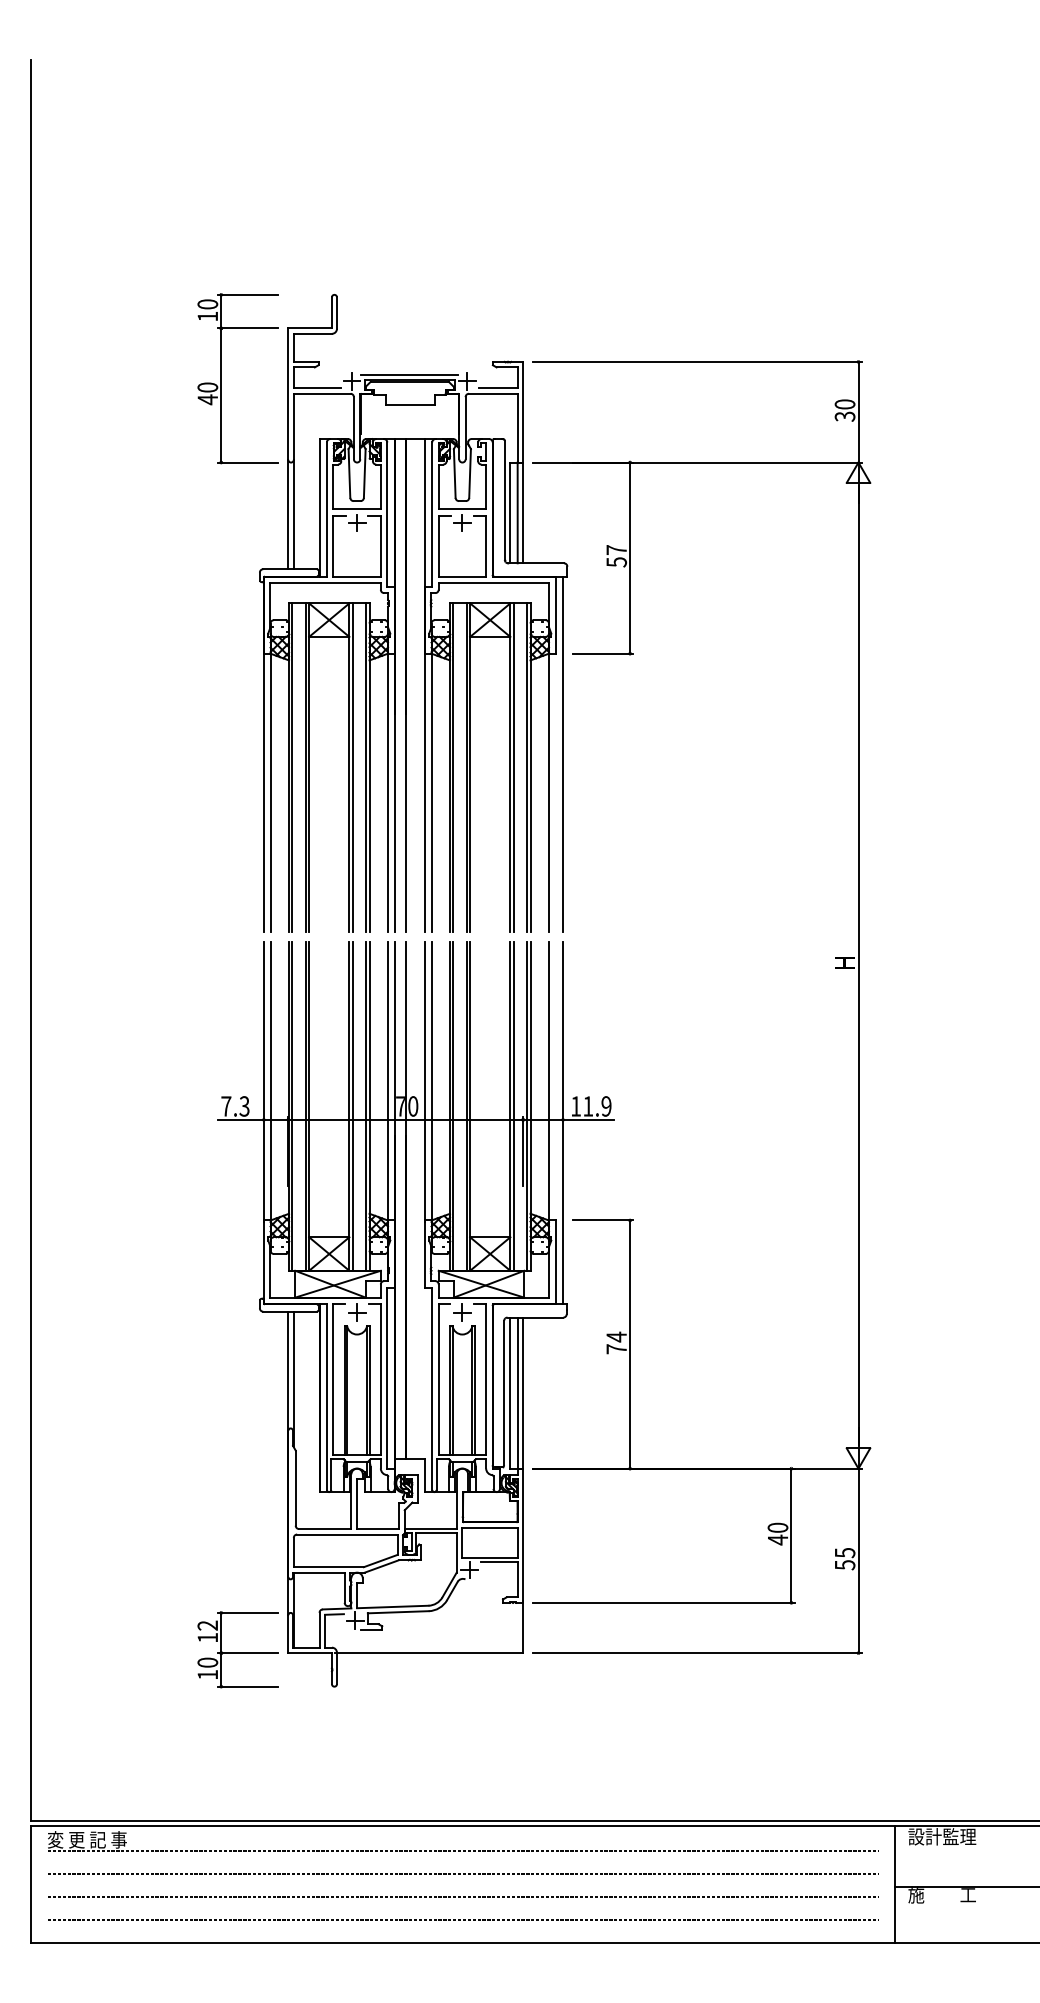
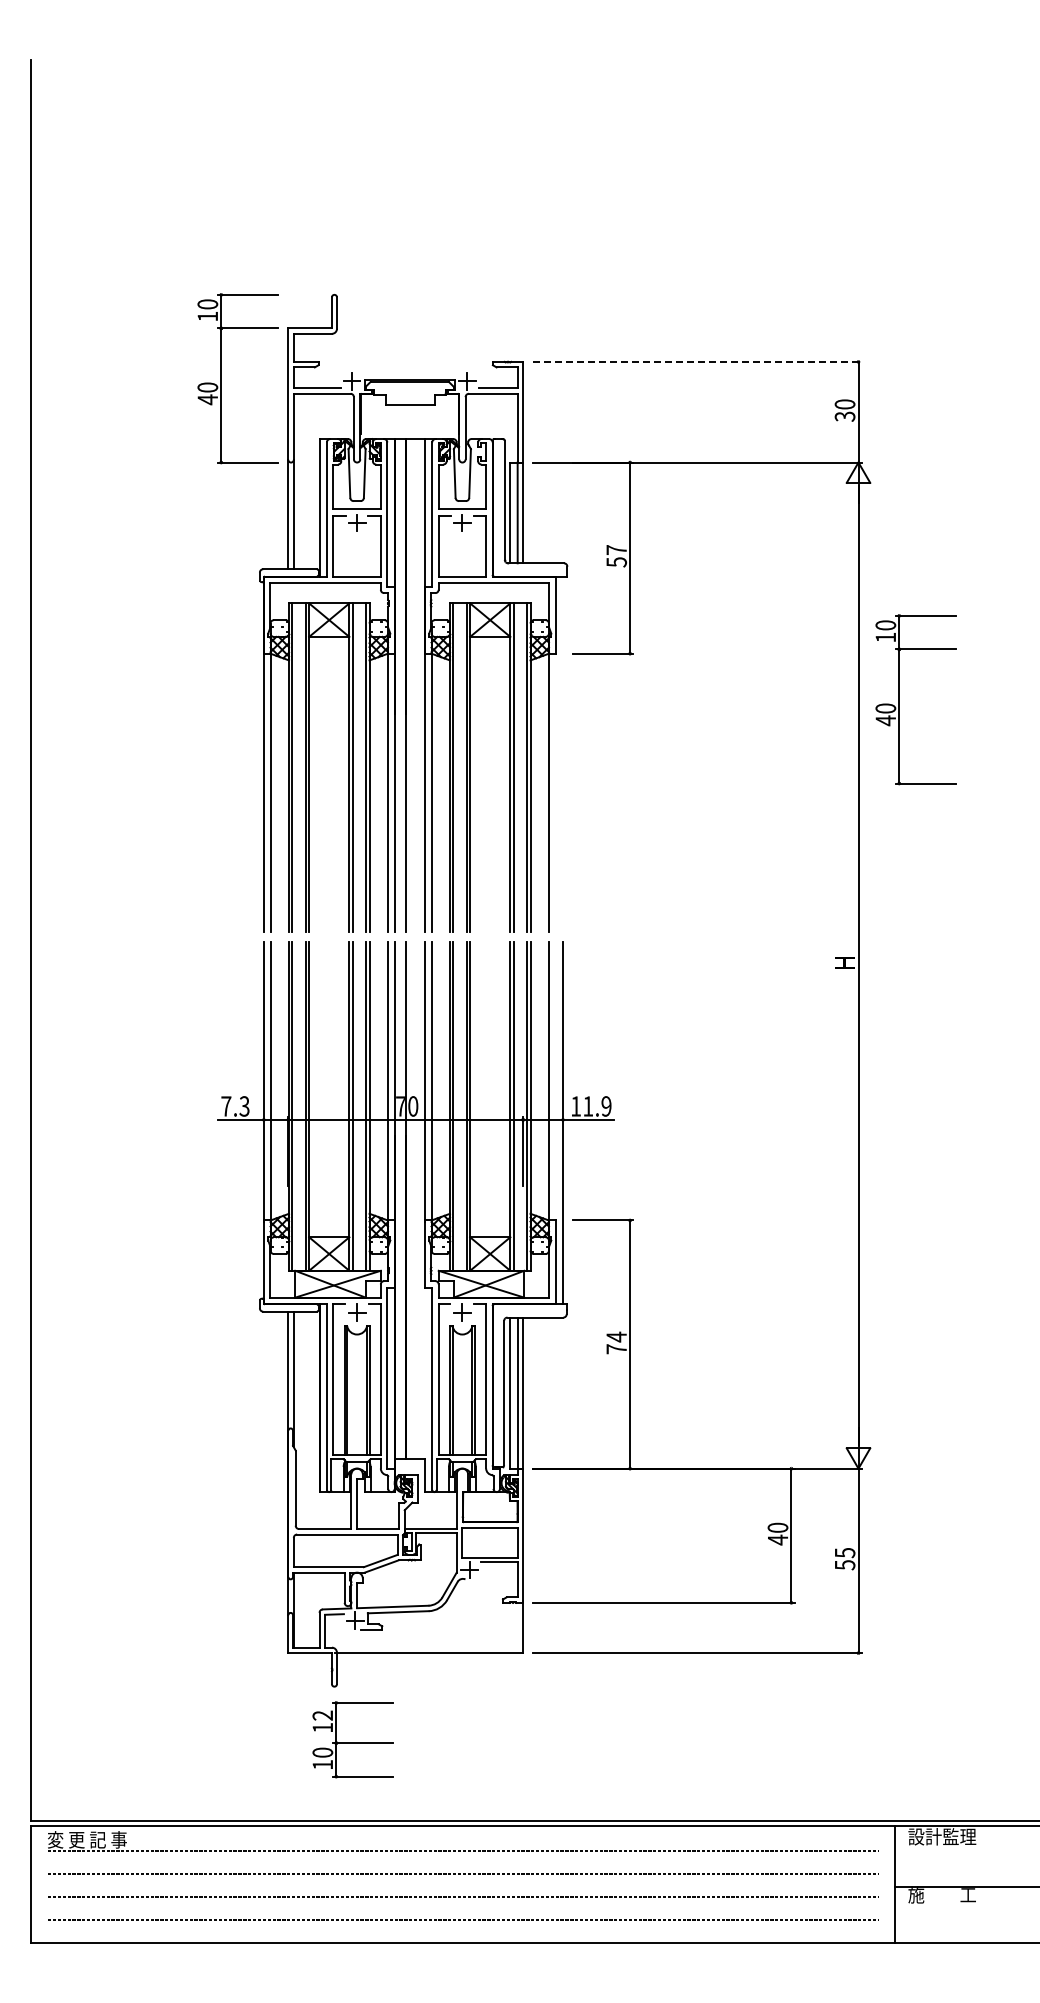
line at (698, 361): solid -> dashed
line at (409, 374): present -> none
part at (899, 699): none -> present
line at (563, 754): present -> none
part at (237, 1649) position: (237, 1649) -> (352, 1739)
